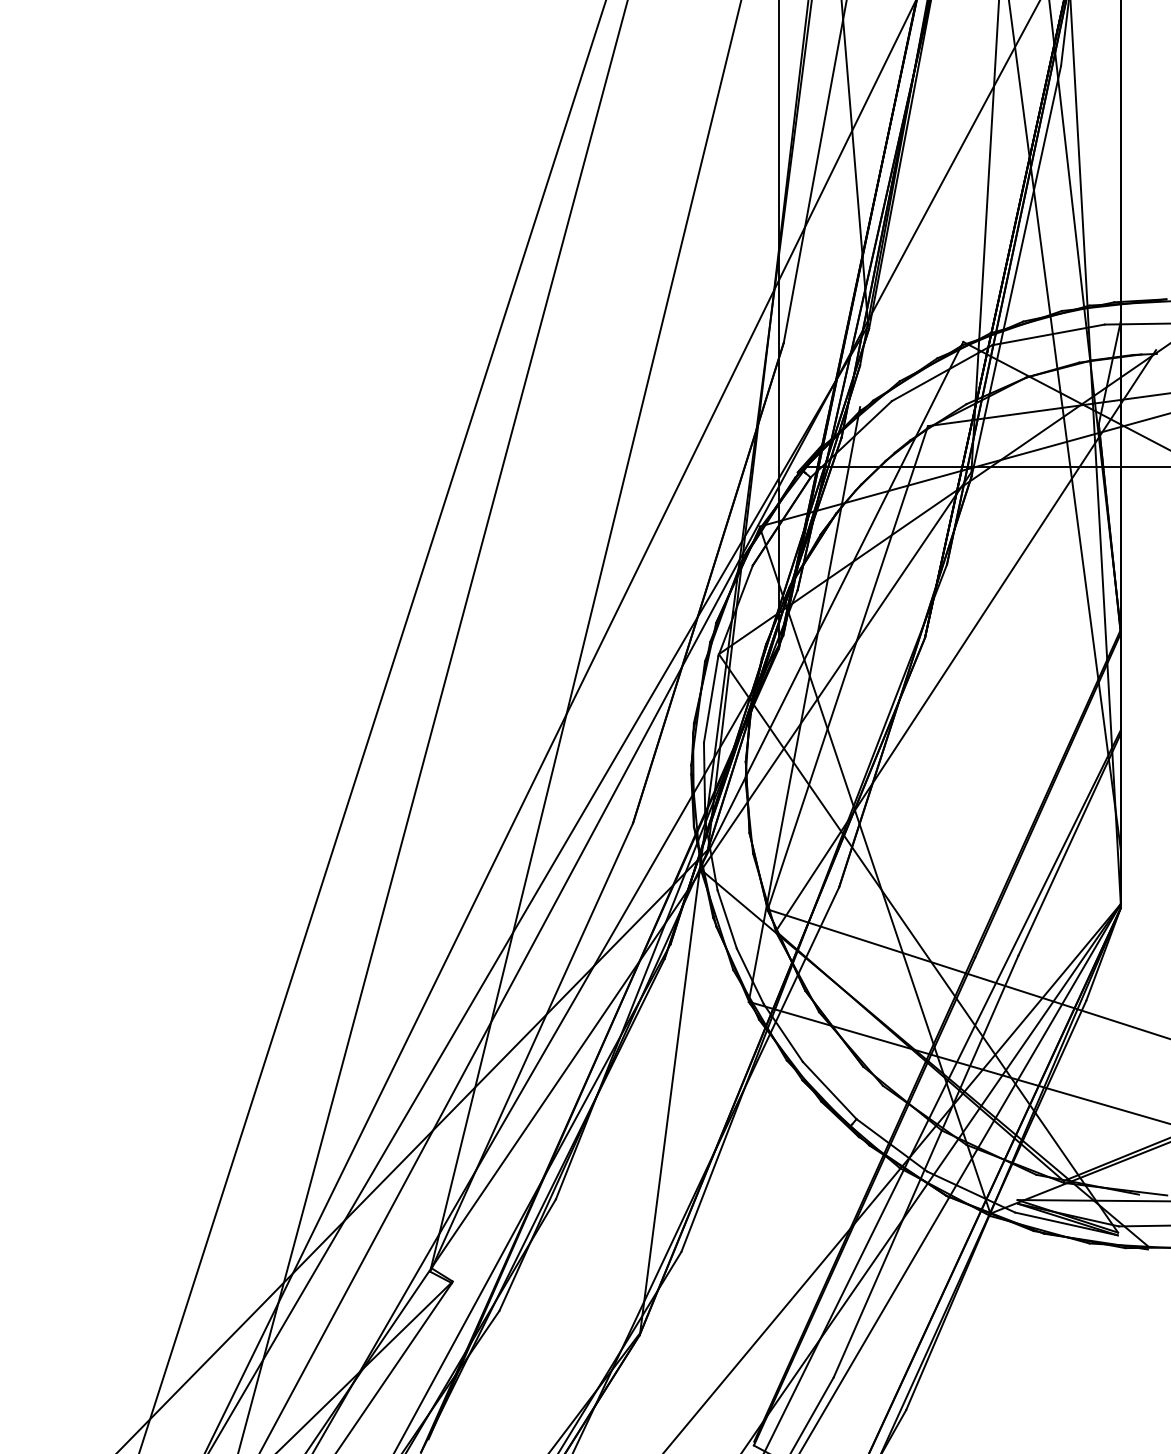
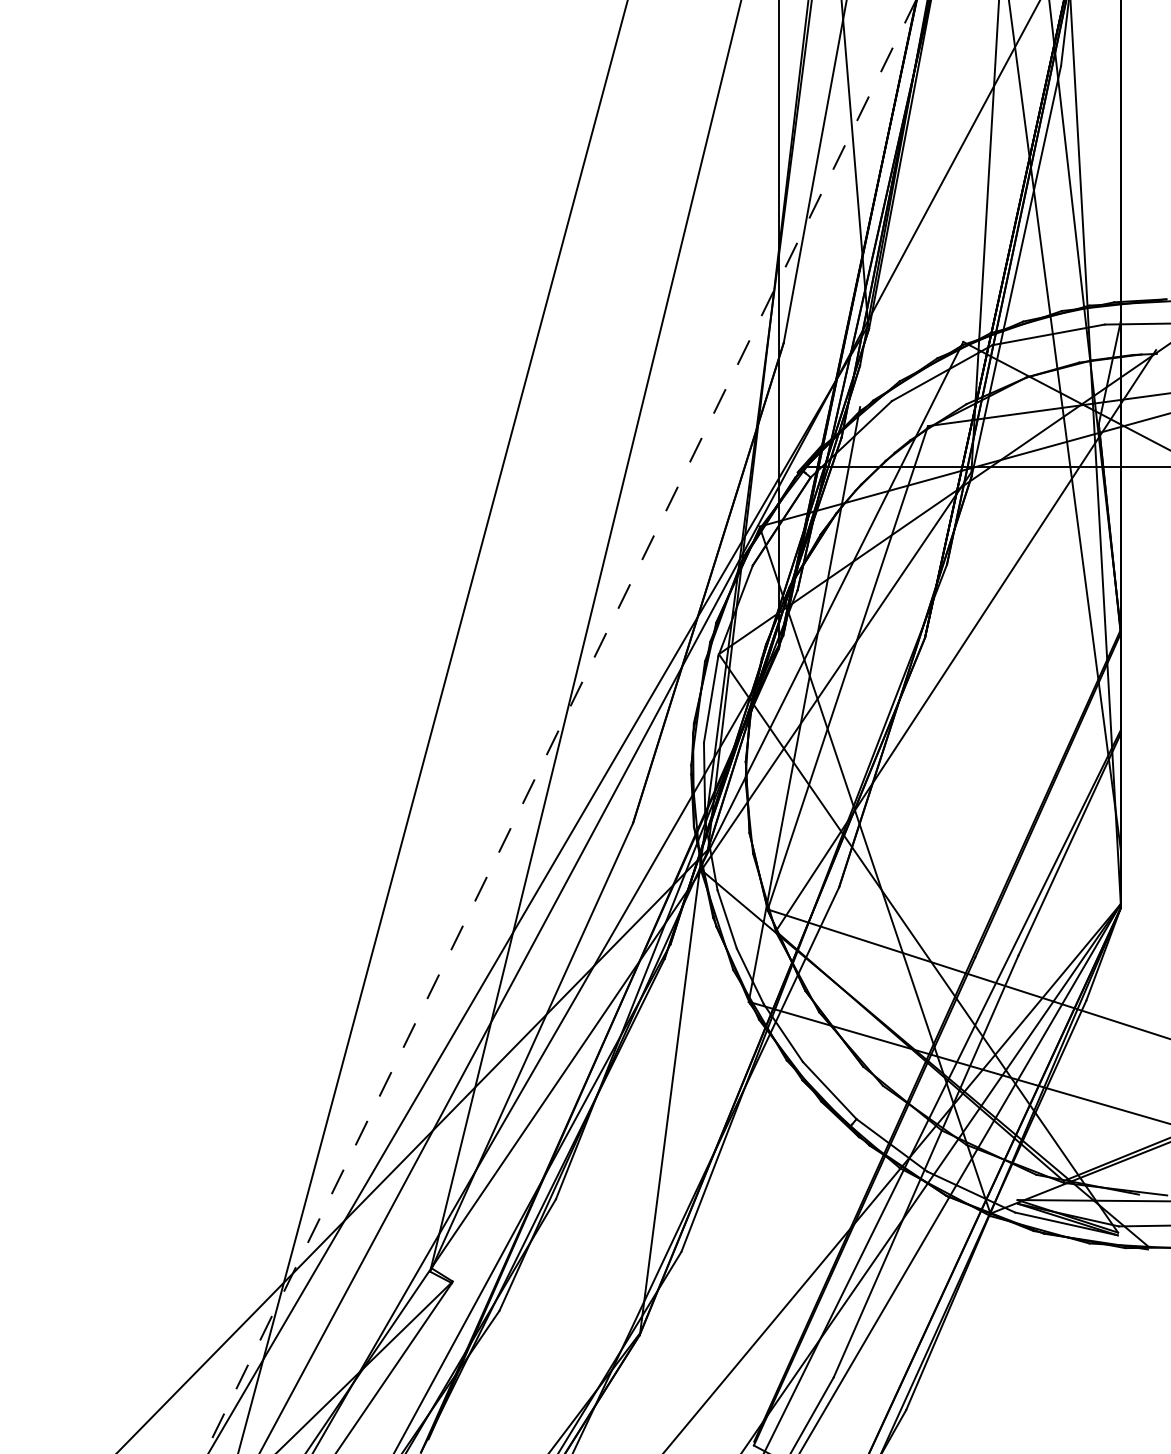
line at (372, 726): present -> none
line at (560, 726): solid -> dashed
